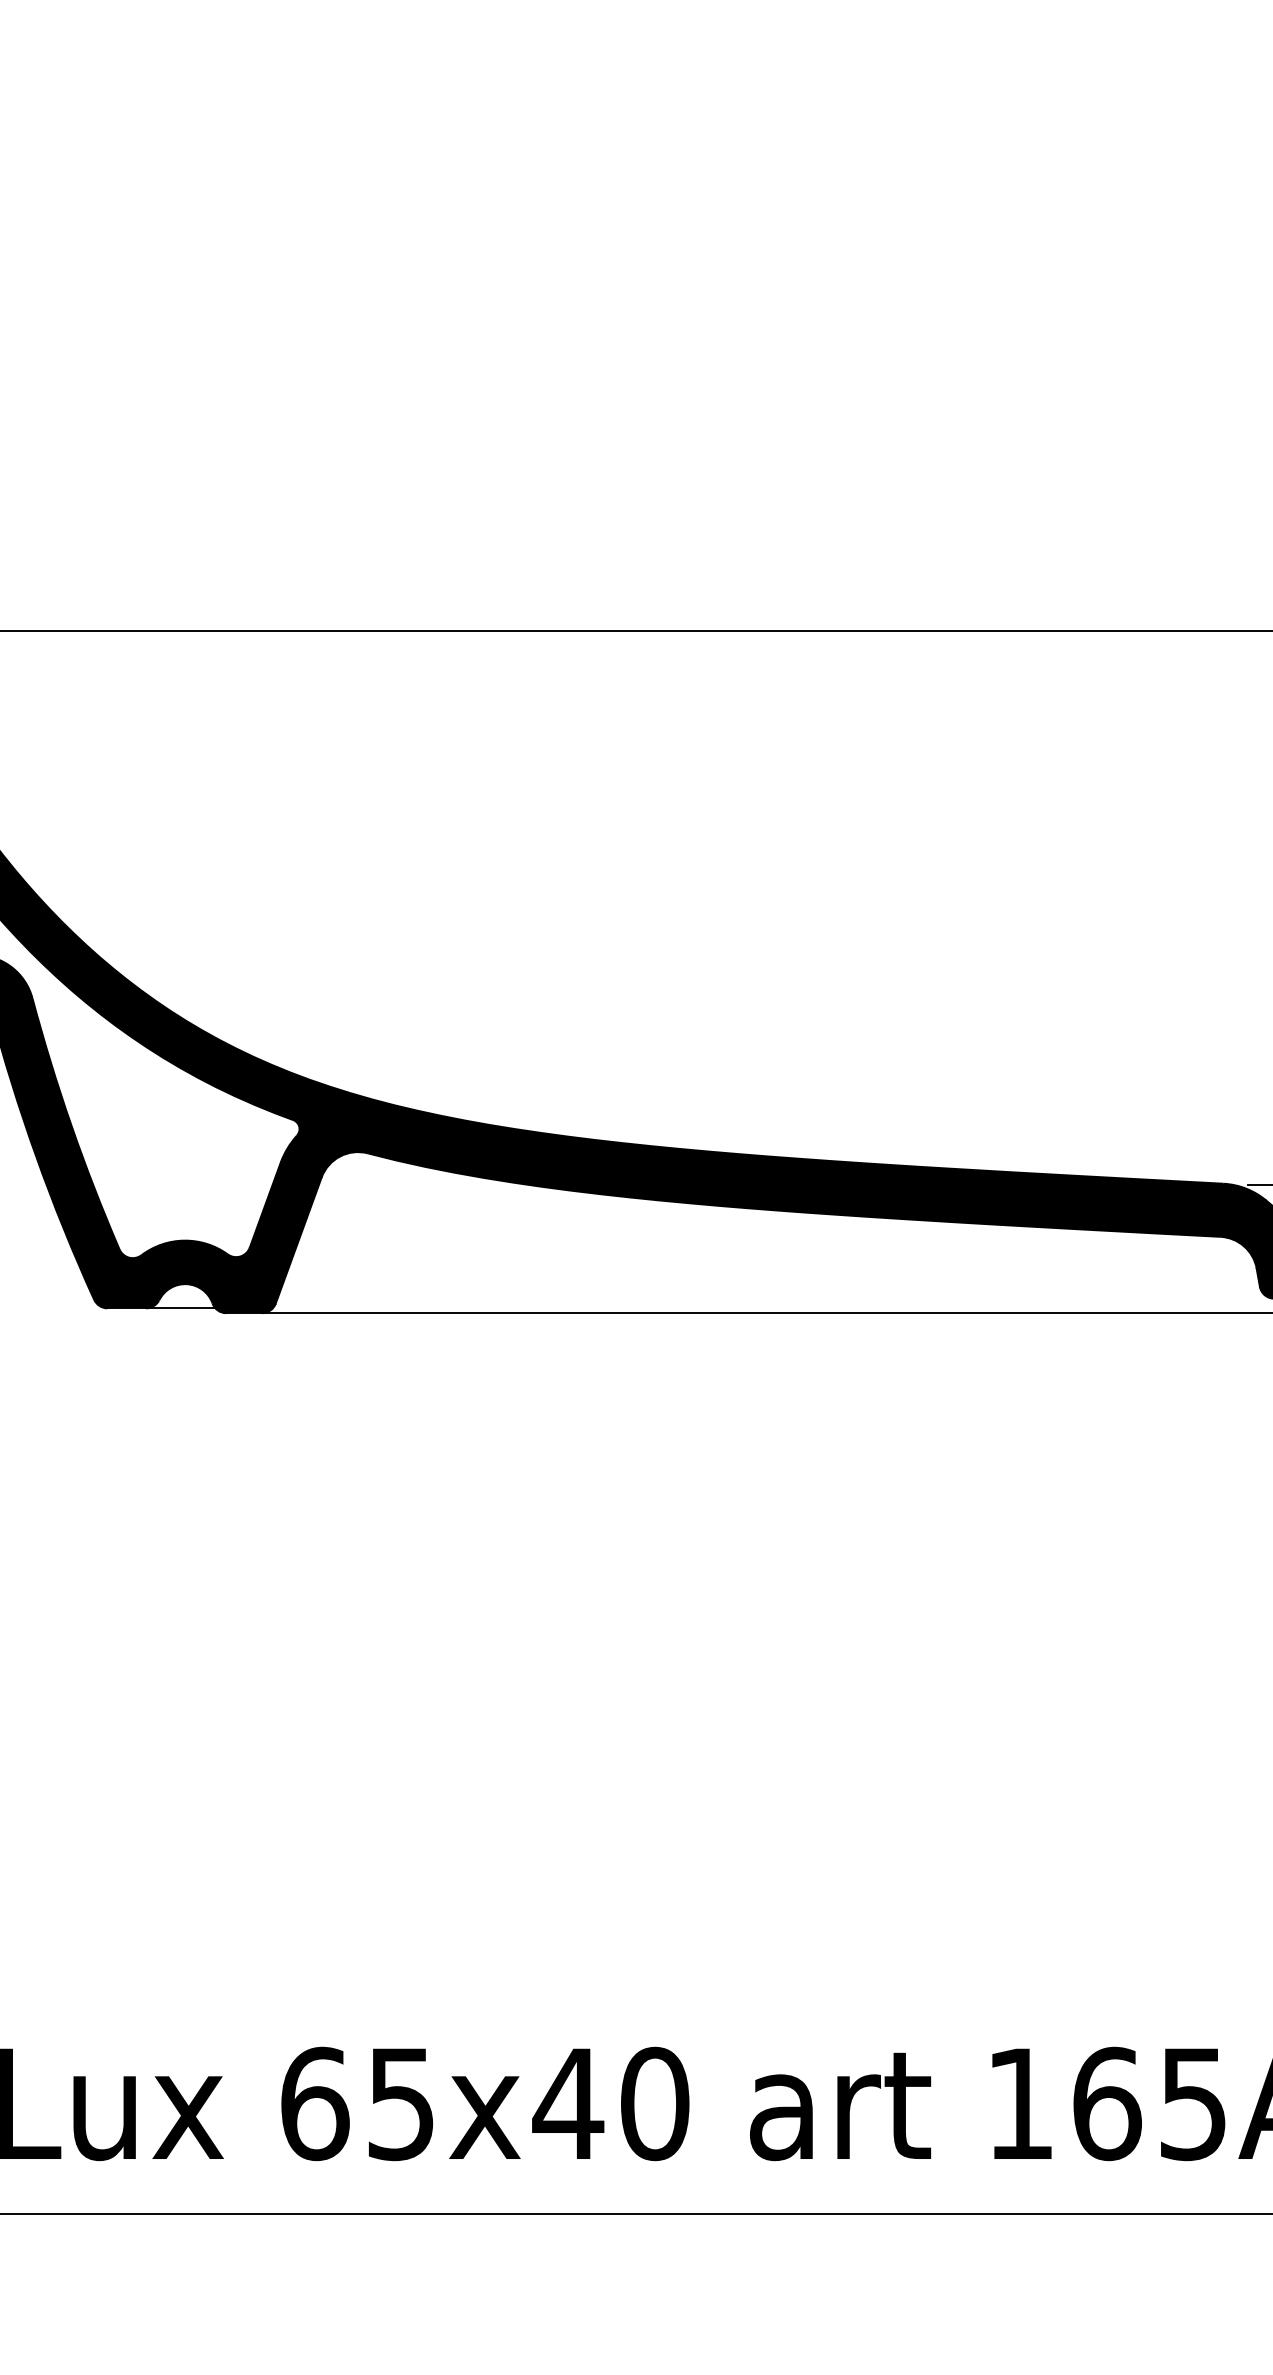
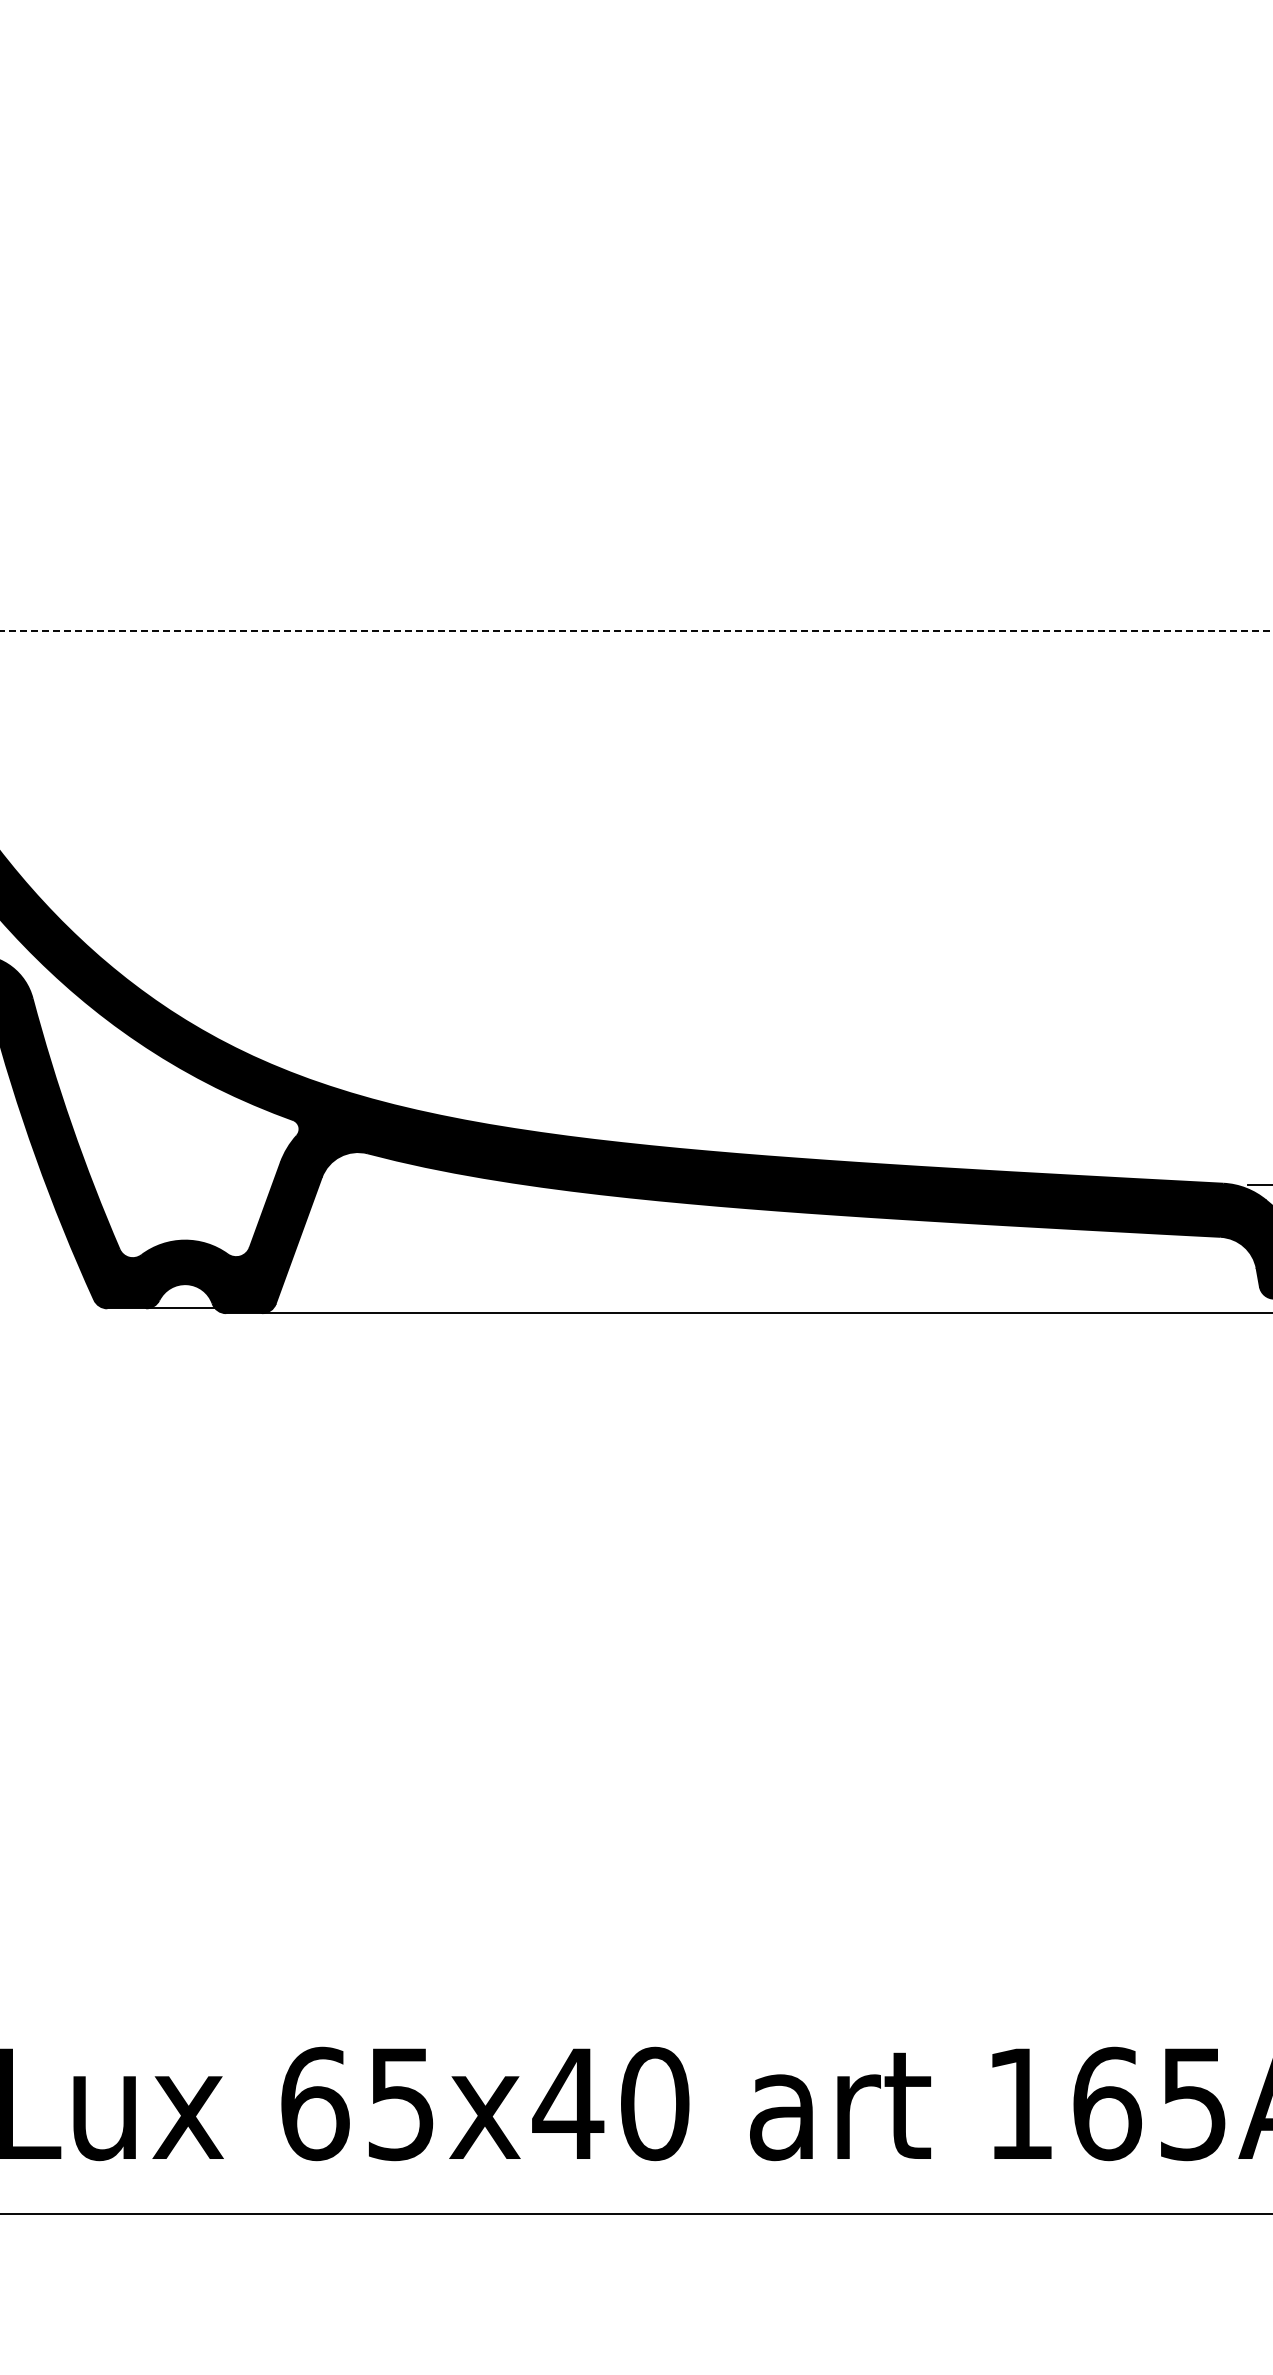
line at (636, 631): solid -> dashed
